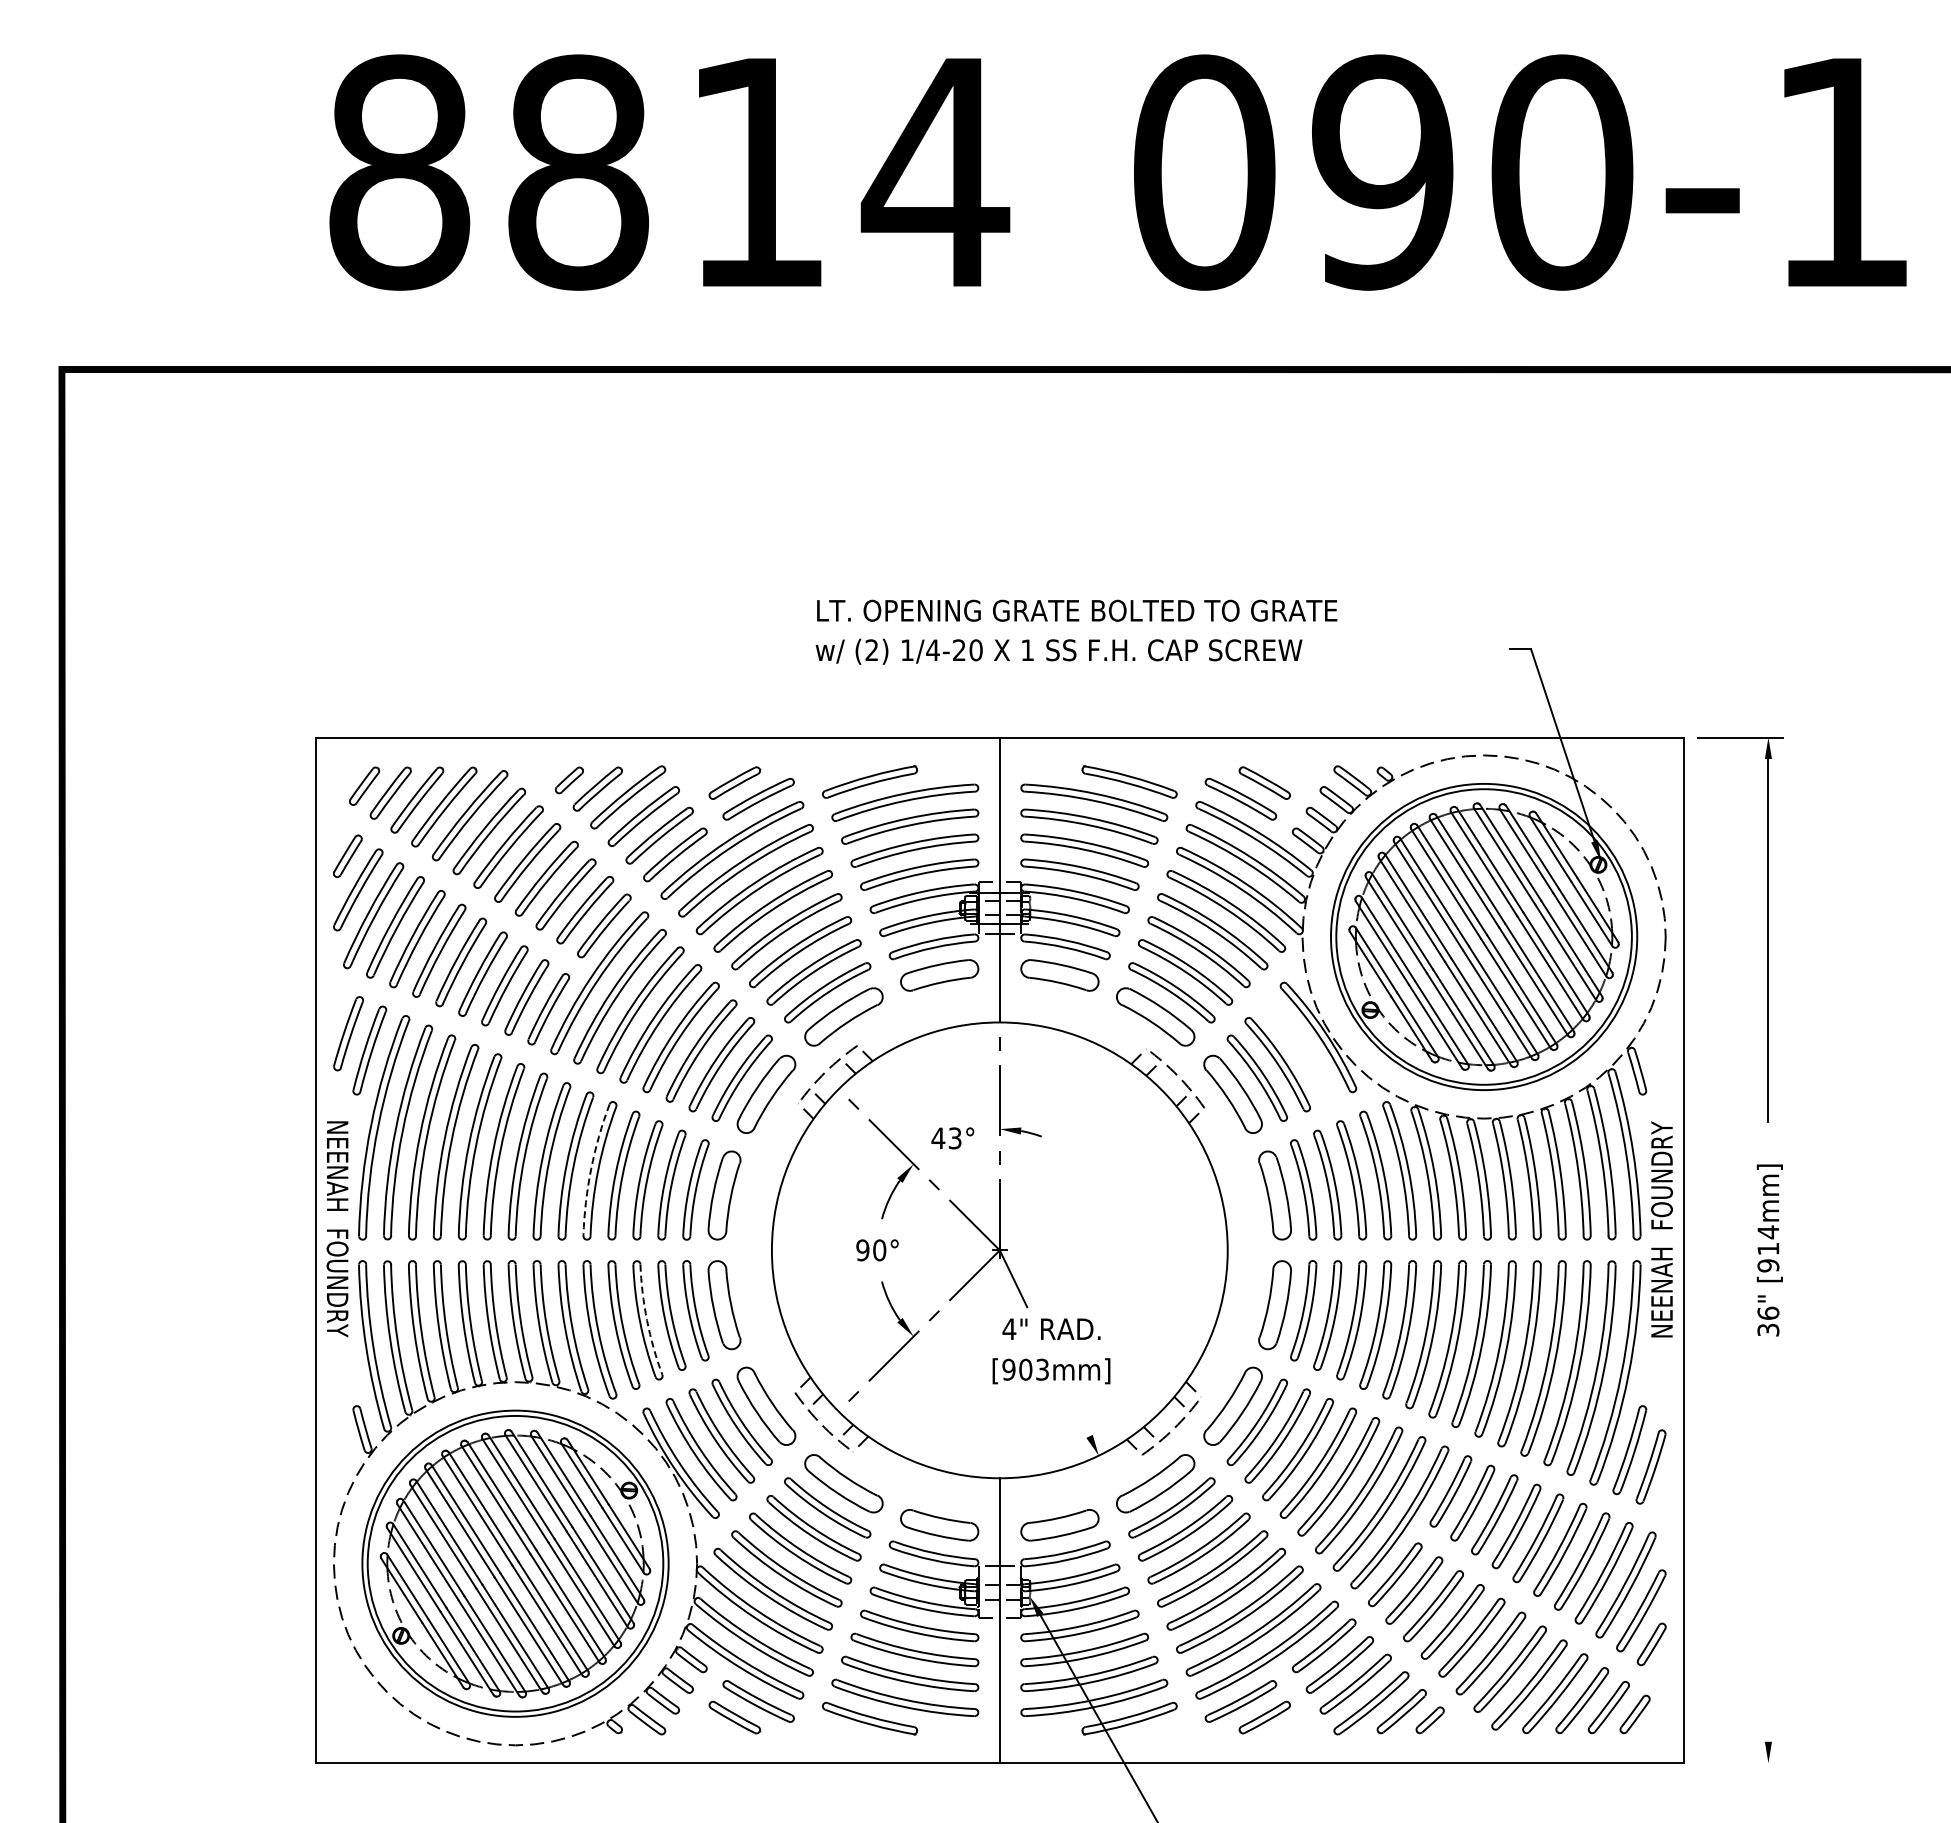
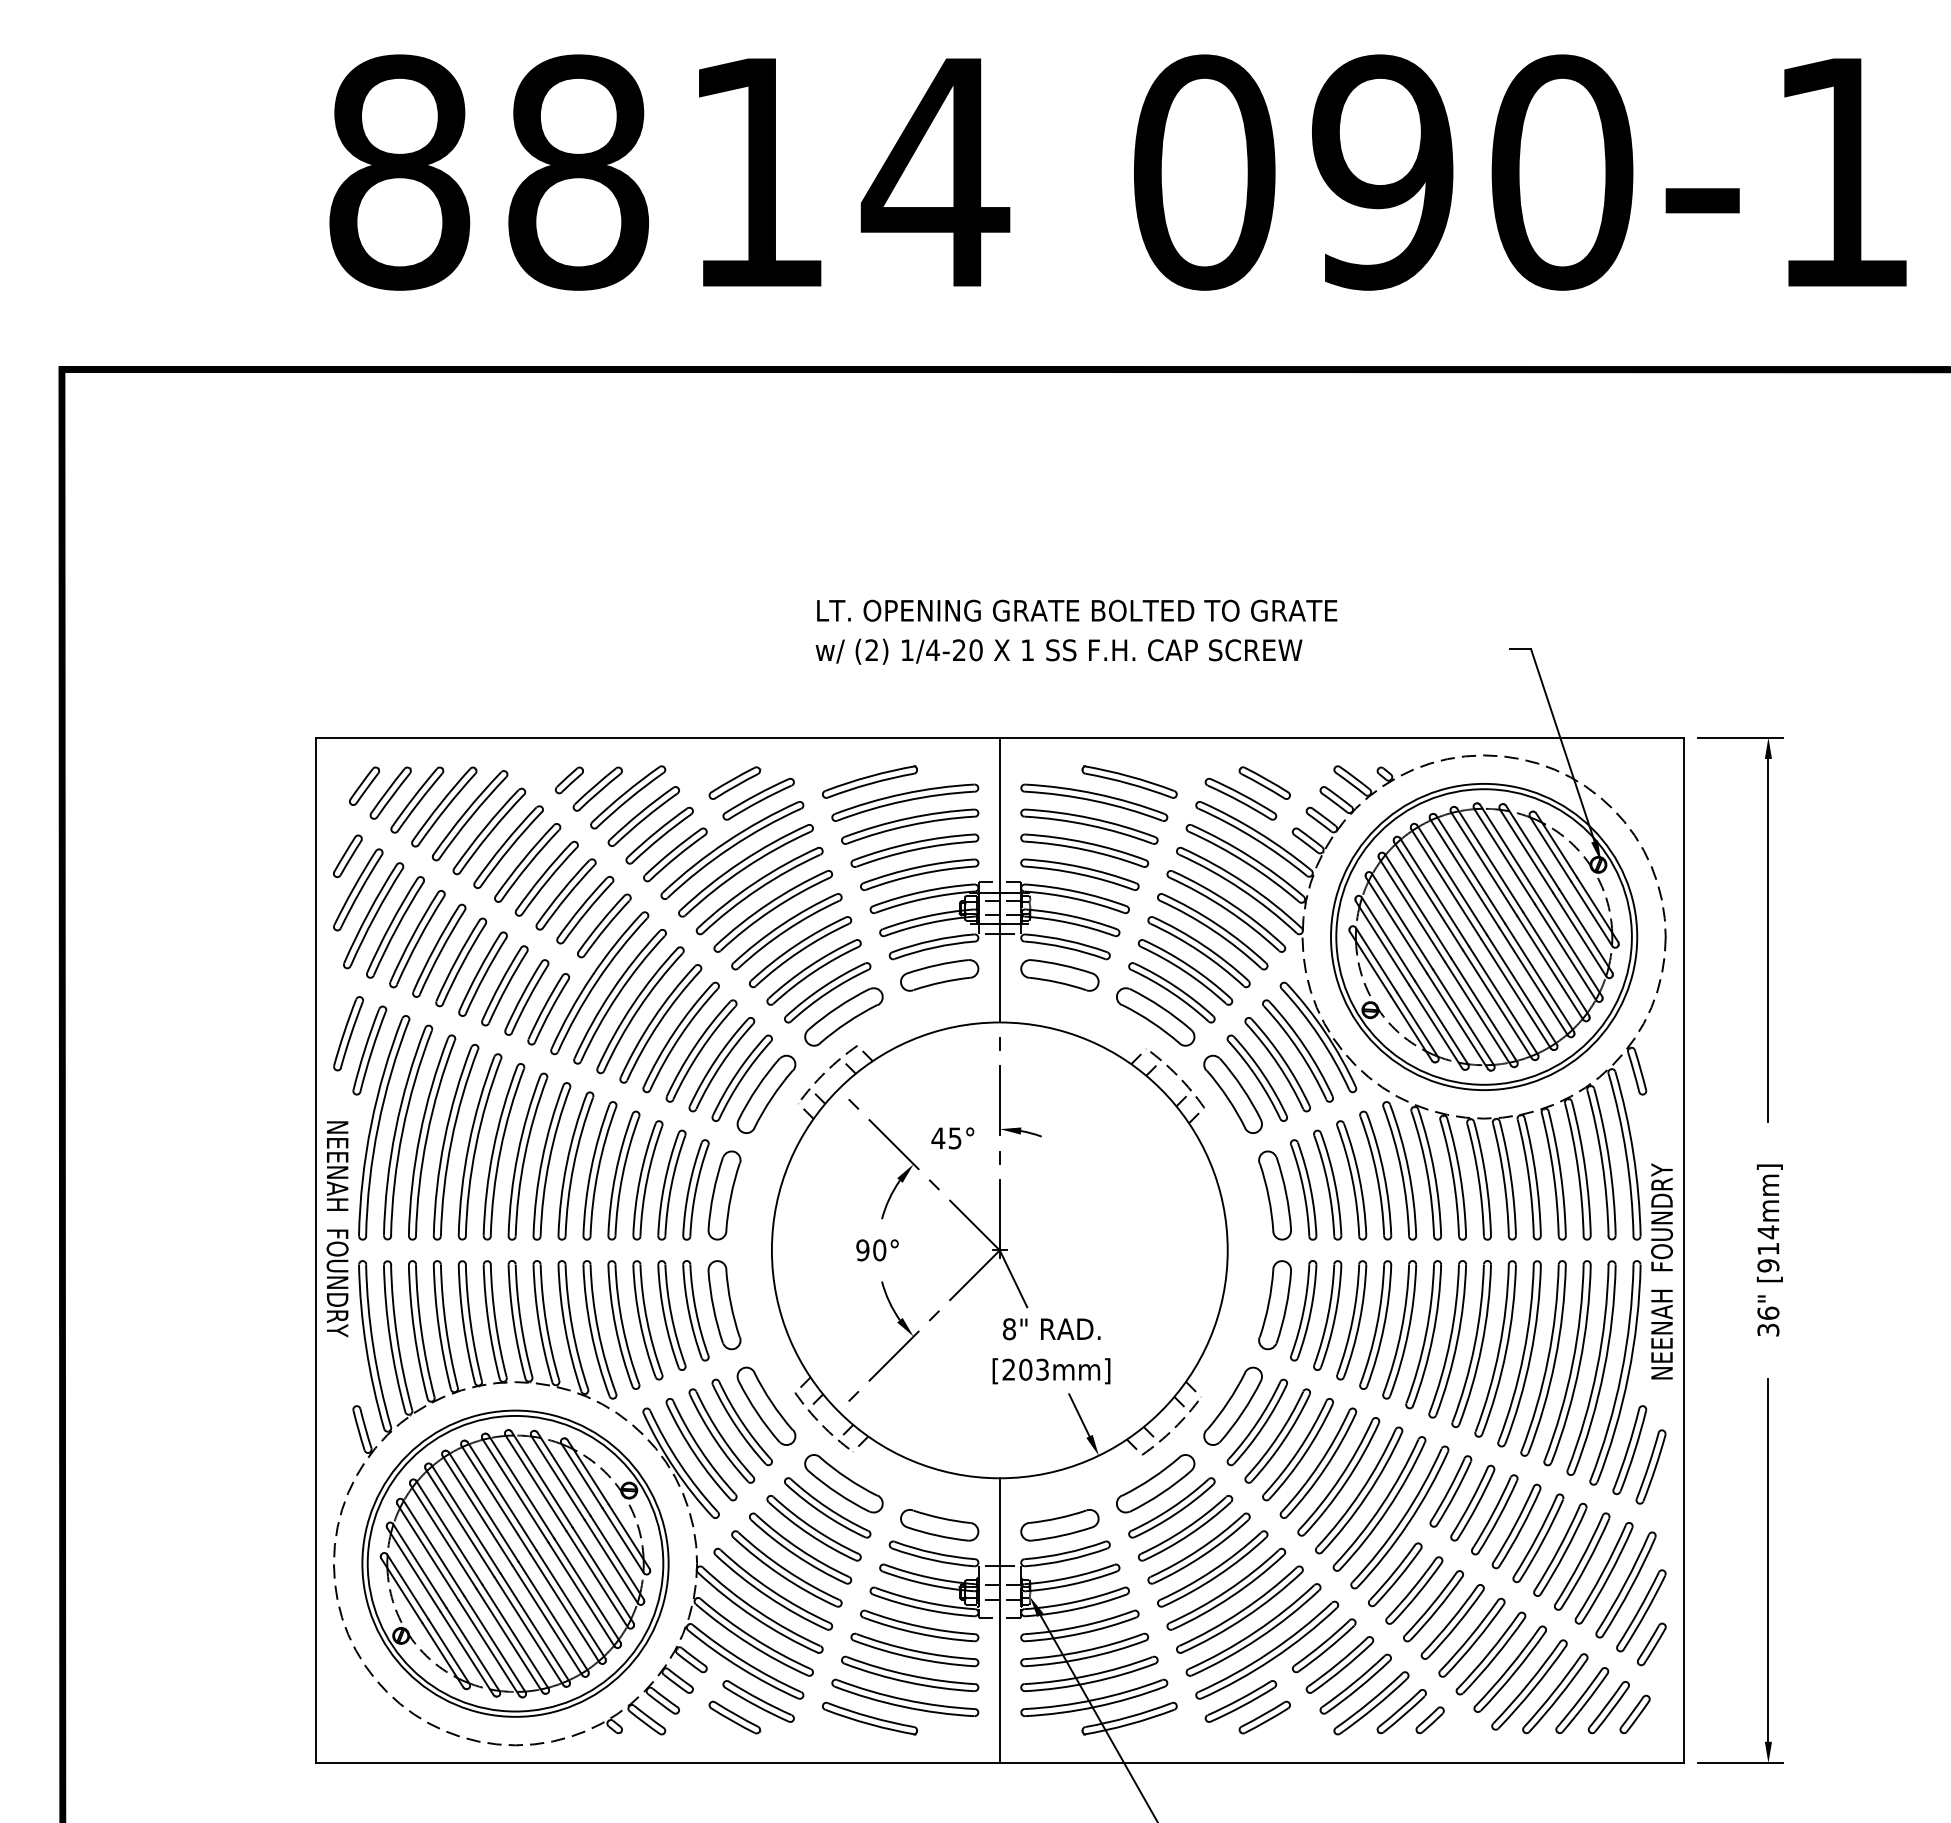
part at (1297, 1050): none -> present
text at (955, 1137): 43° -> 45°
arc at (591, 1169): dashed -> solid
text at (1661, 1229) position: (1661, 1229) -> (1661, 1271)
arc at (647, 1320): dashed -> solid
text at (1009, 1329): 4" -> 8"
text at (1008, 1369): [903mm] -> [203mm]
line at (1079, 1415): none -> present
line at (1768, 1559): none -> present
line at (1739, 1763): none -> present
